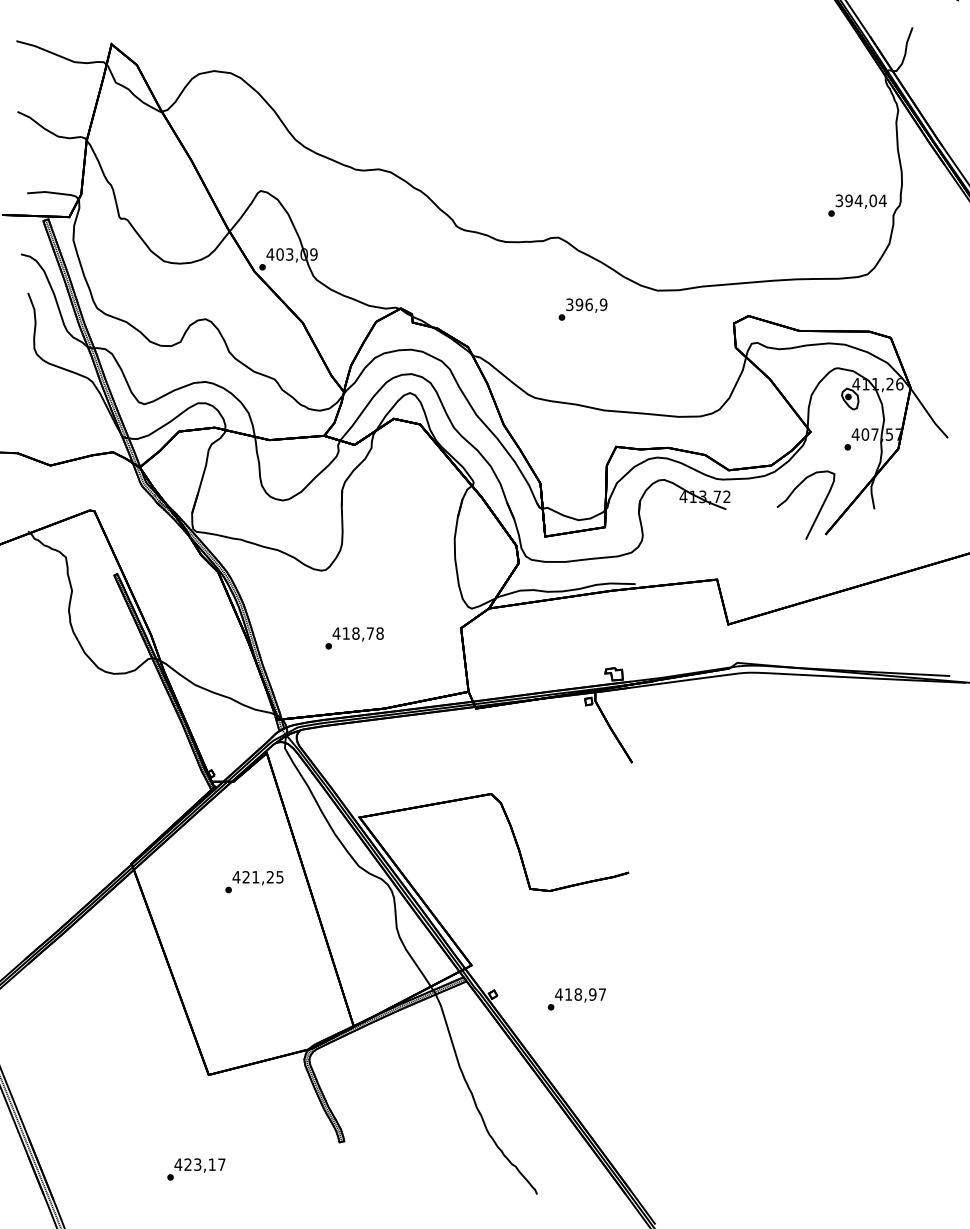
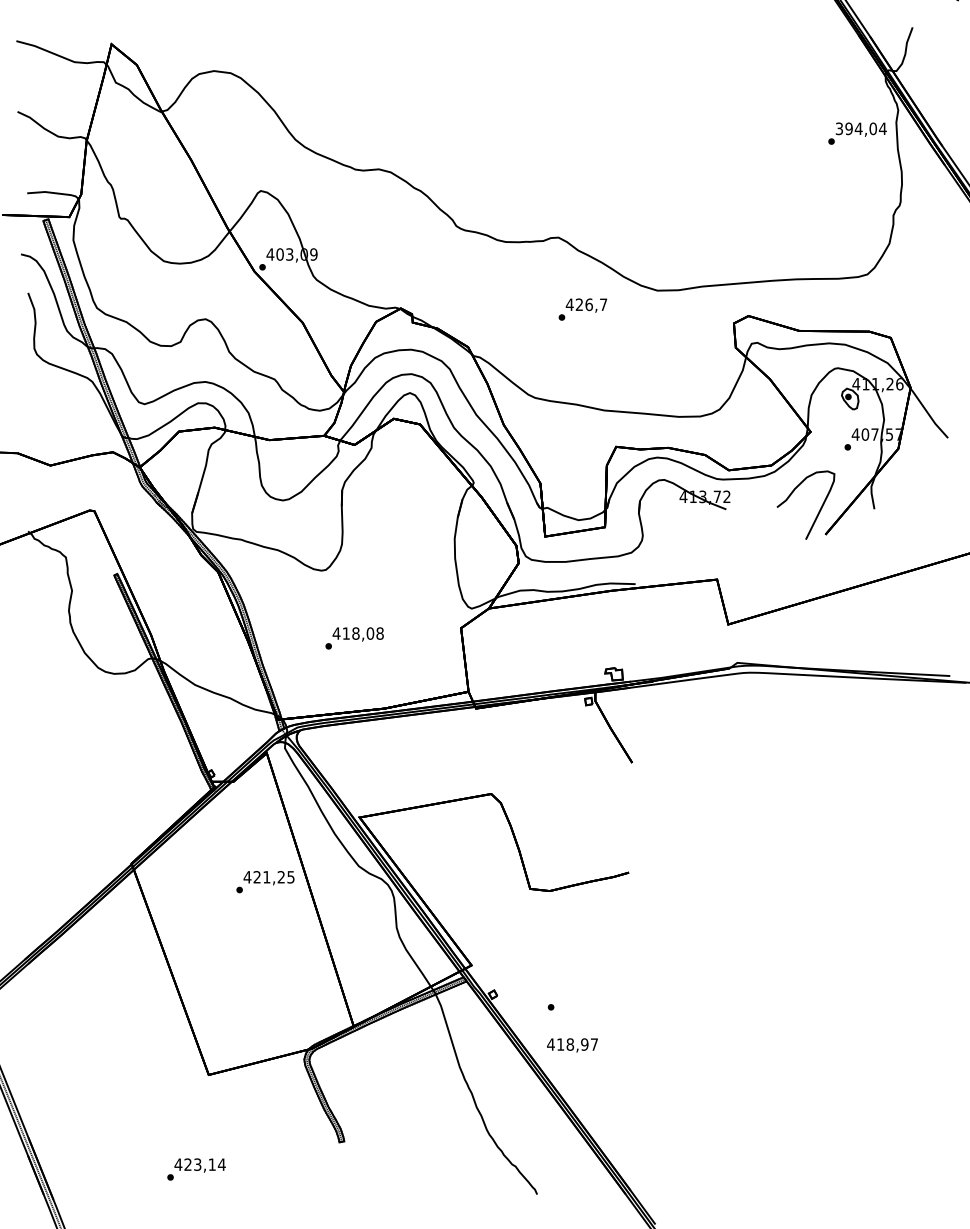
text at (857, 205) position: (857, 205) -> (857, 133)
text at (586, 304): 396,9 -> 426,7
text at (370, 633): 418,78 -> 418,08
text at (254, 882) position: (254, 882) -> (265, 882)
text at (580, 995) position: (580, 995) -> (572, 1045)
text at (221, 1164): 423,17 -> 423,14
